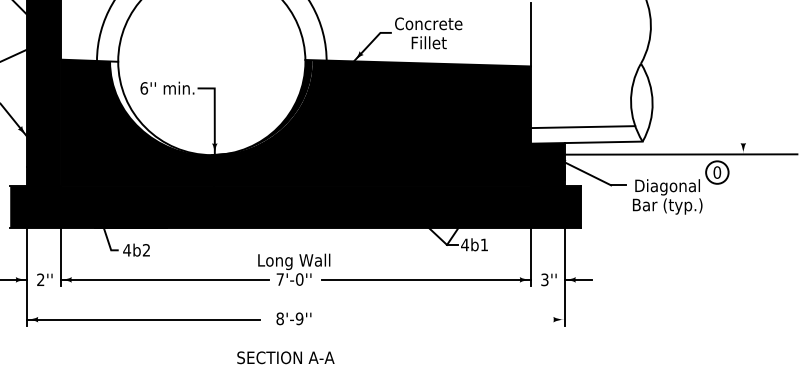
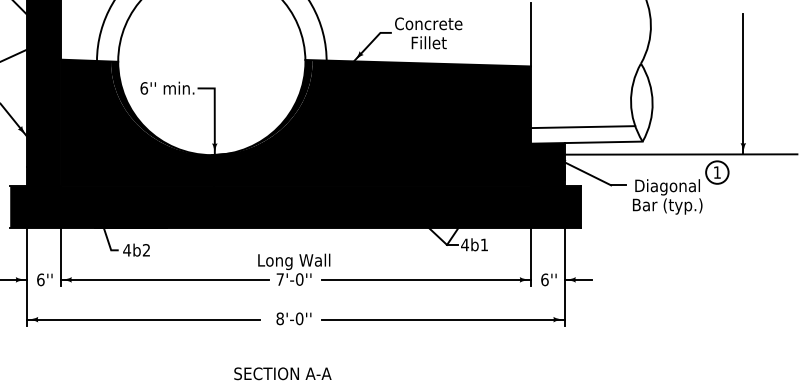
line at (743, 84): none -> present
fill at (160, 108): none -> present
text at (717, 172): 0 -> 1
text at (40, 279): 2'' -> 6''
text at (544, 279): 3'' -> 6''
text at (299, 318): 8'-9'' -> 8'-0''
line at (443, 319): none -> present
text at (285, 357) position: (285, 357) -> (282, 373)
